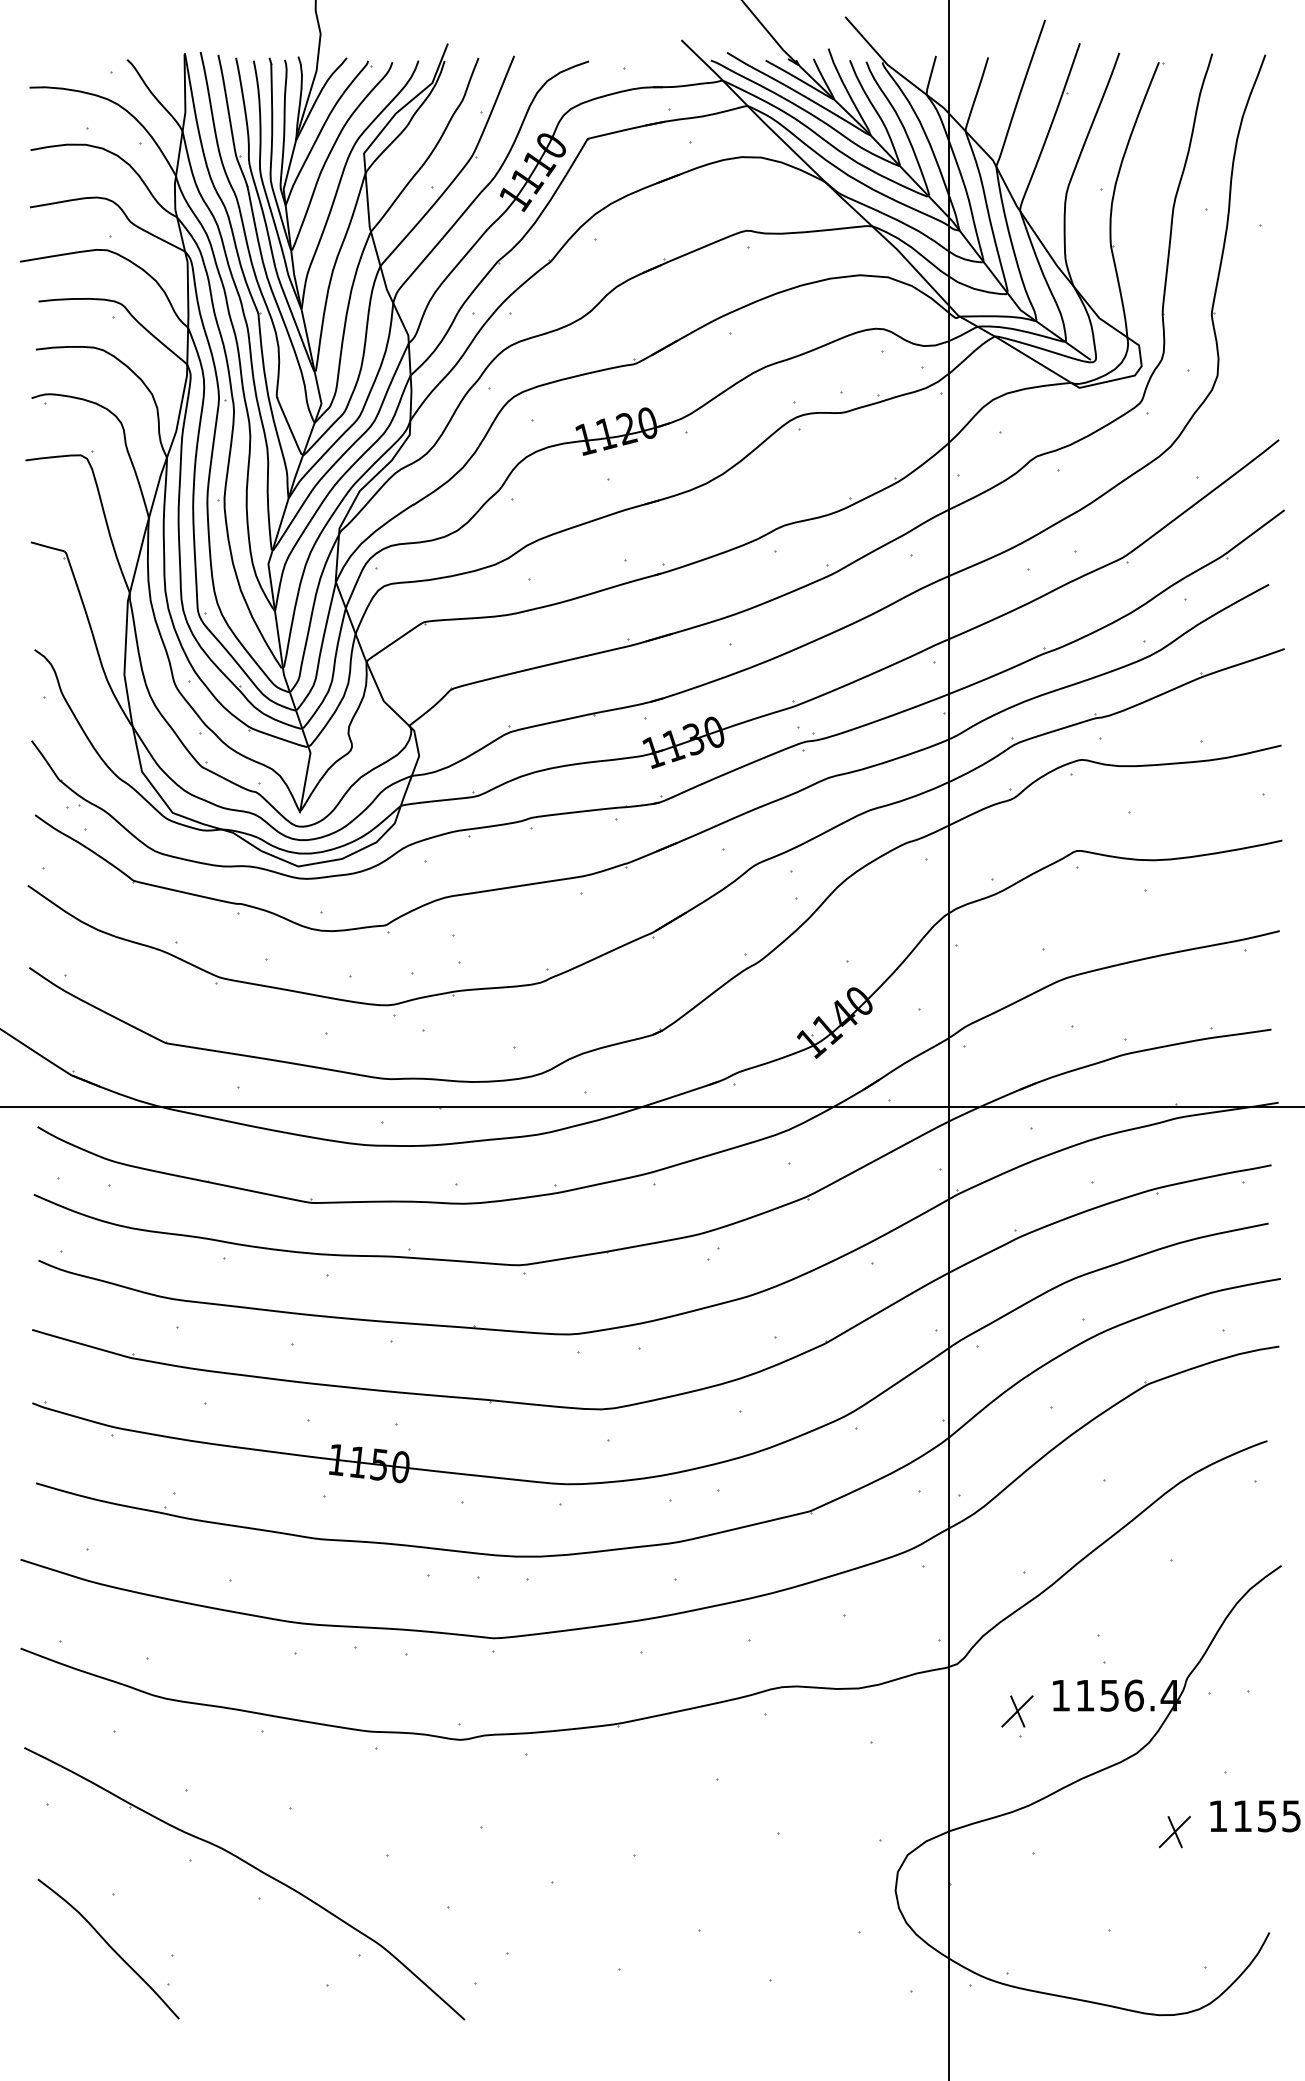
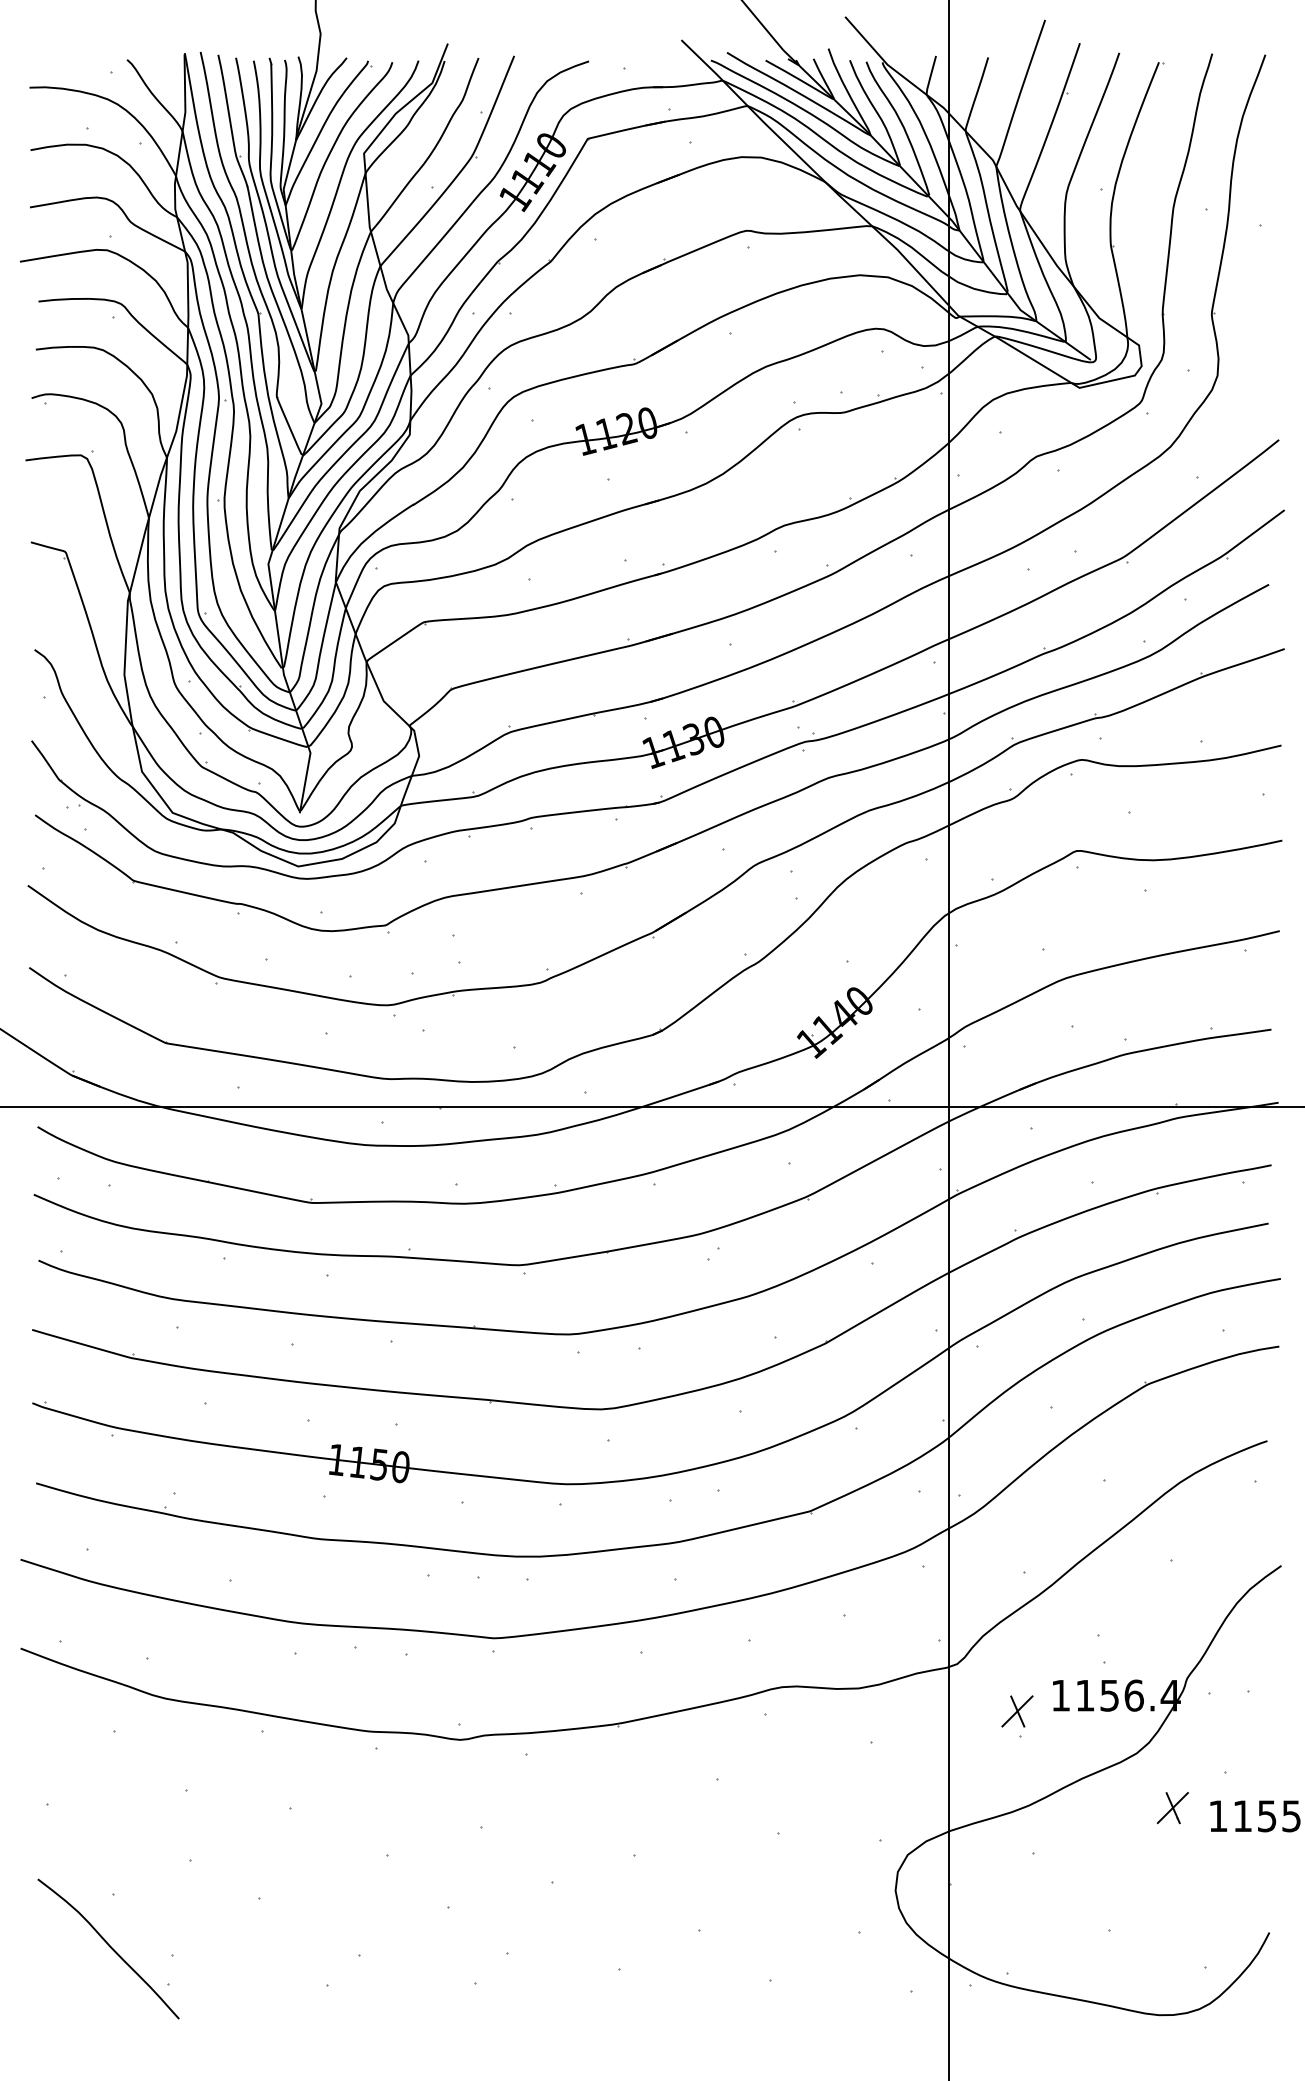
part at (1174, 1832) position: (1174, 1832) -> (1172, 1808)
part at (255, 1869): present -> none
